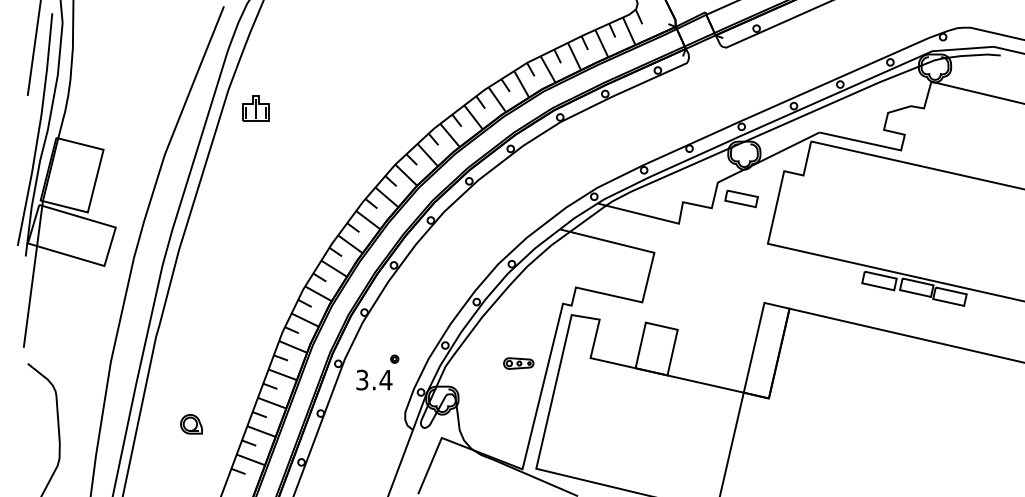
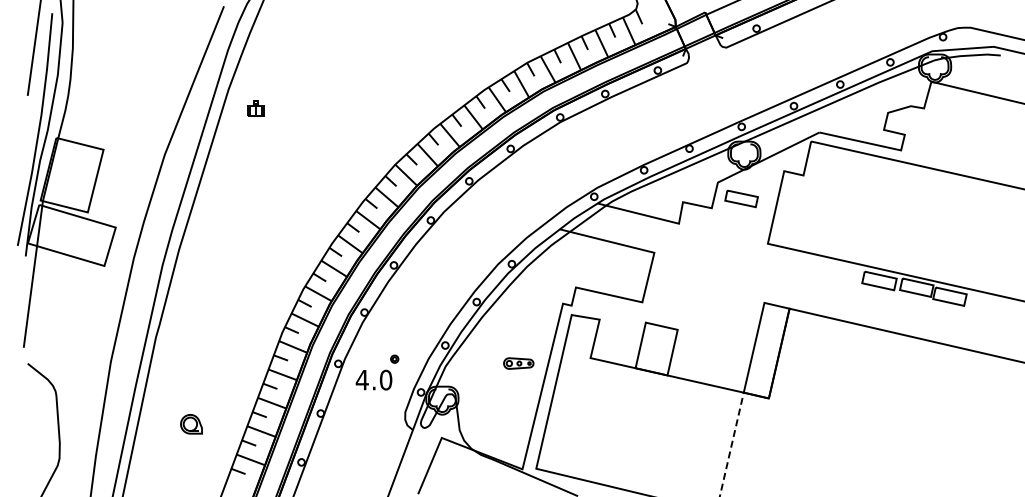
part at (255, 108) size: 28x27 px -> 18x17 px
text at (373, 379): 3.4 -> 4.0
line at (731, 444): solid -> dashed
